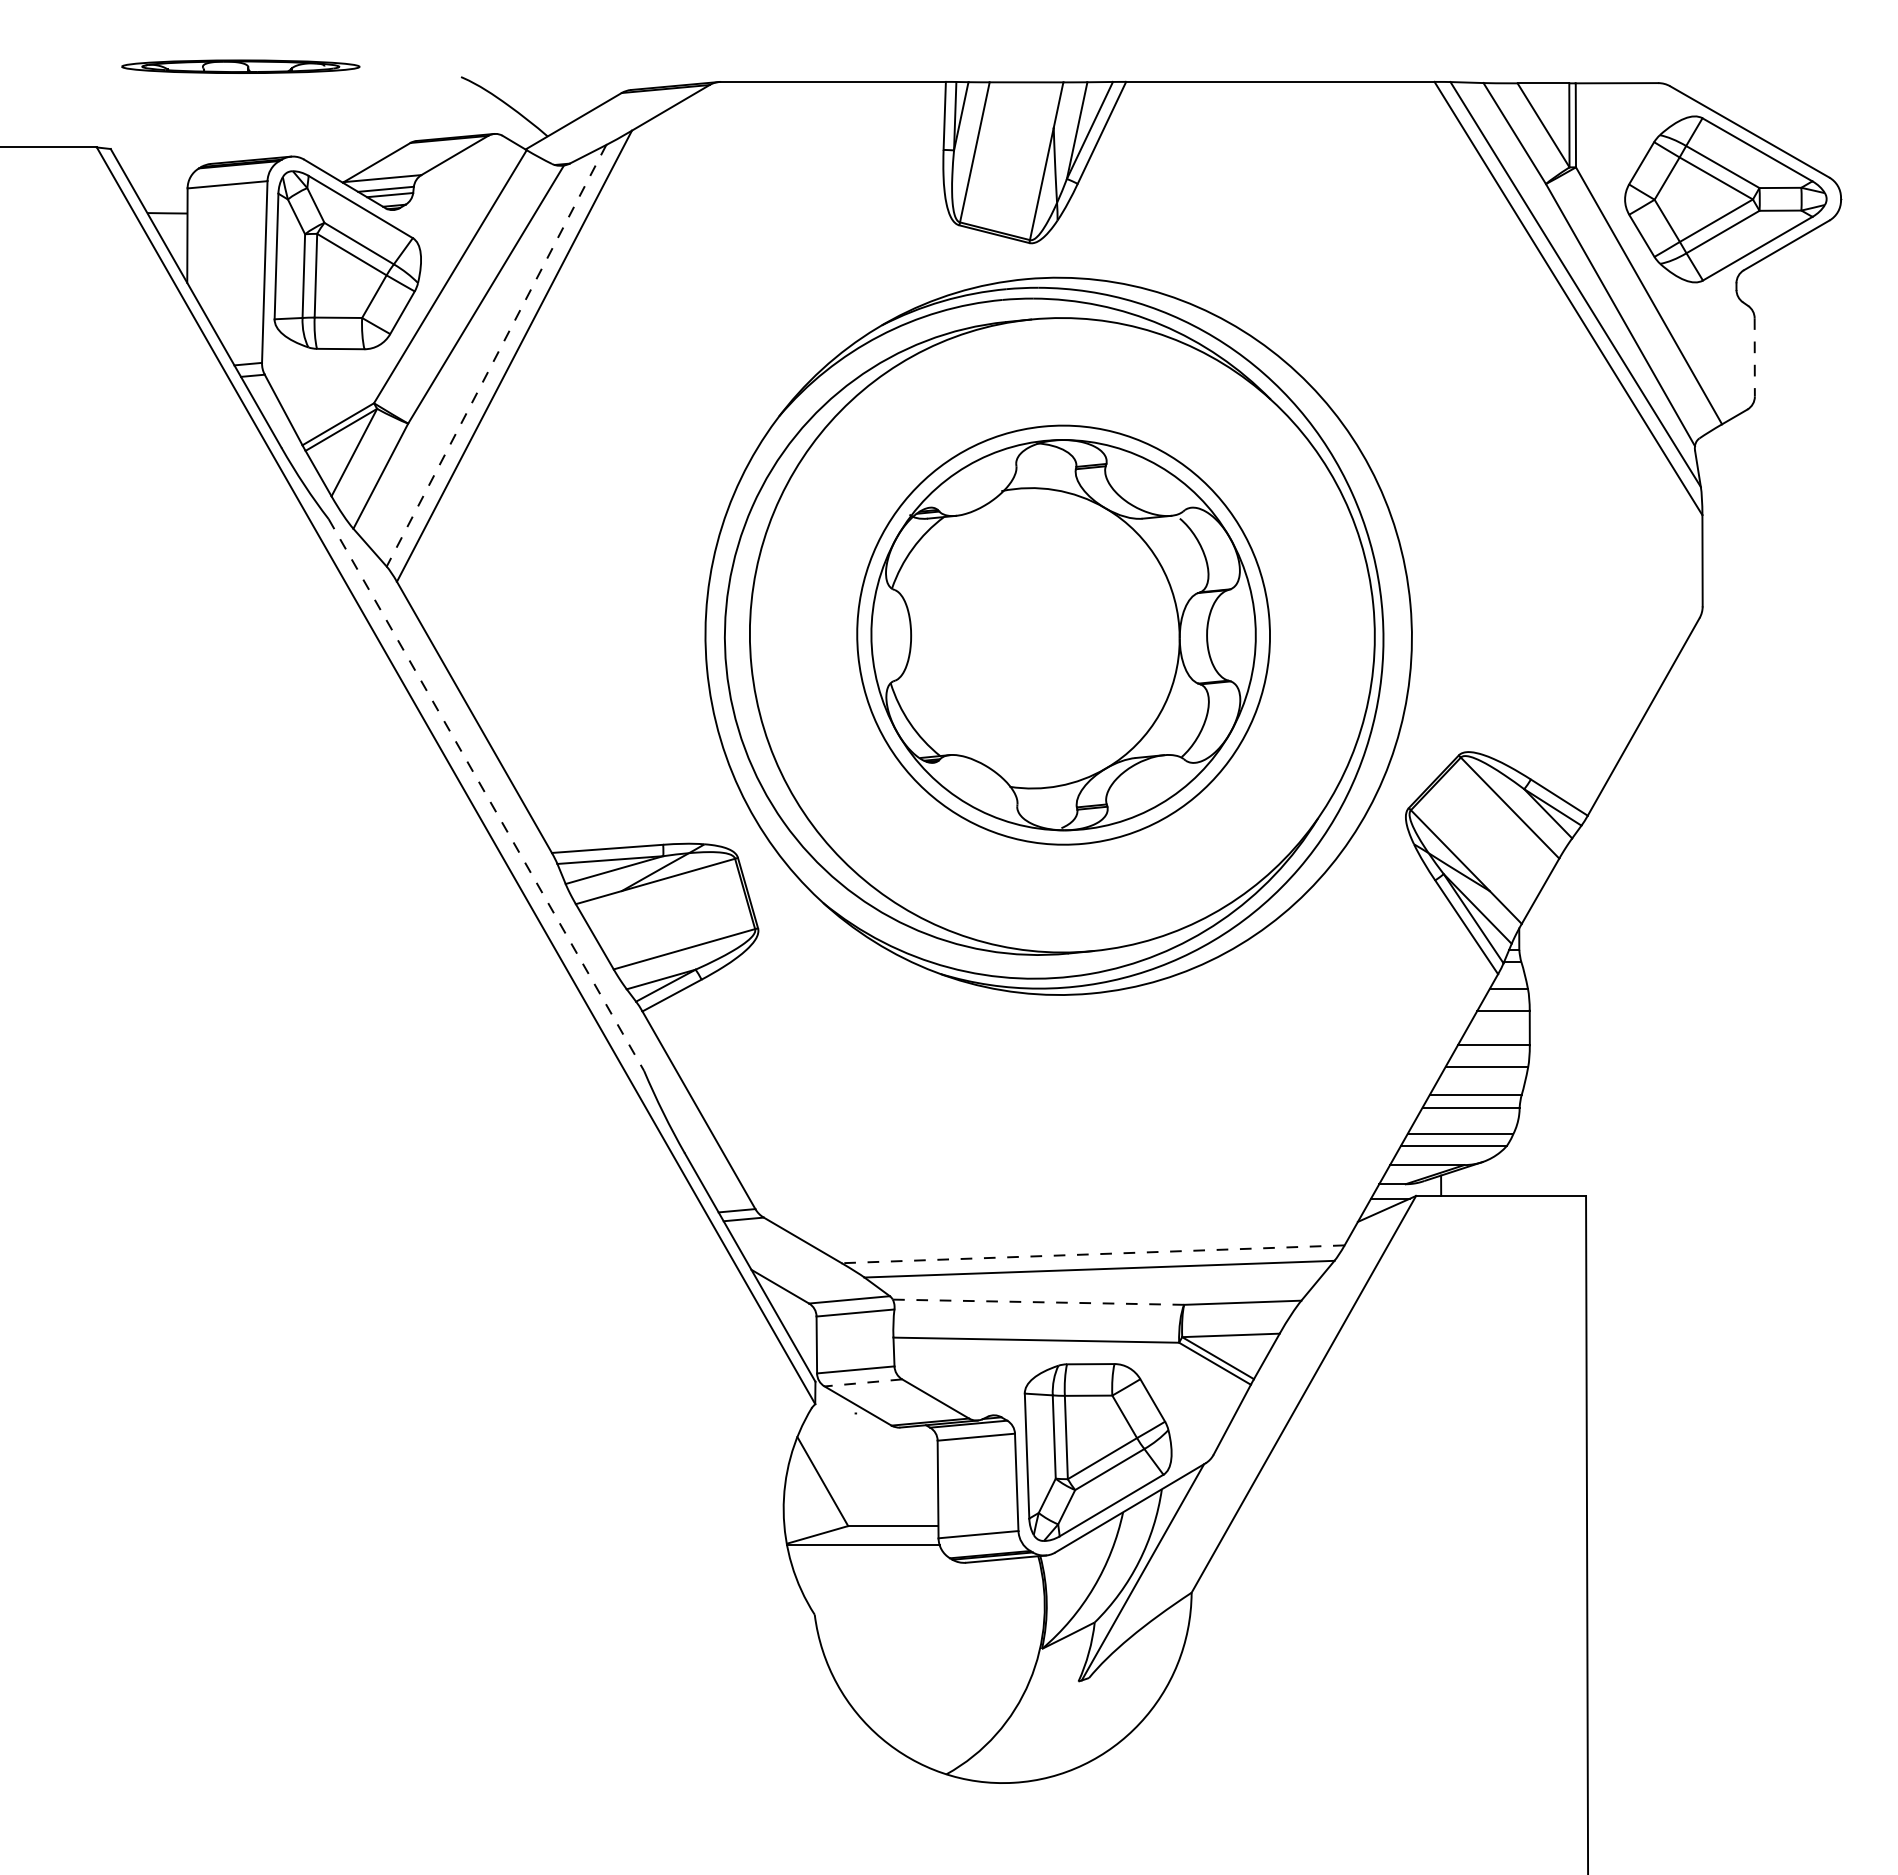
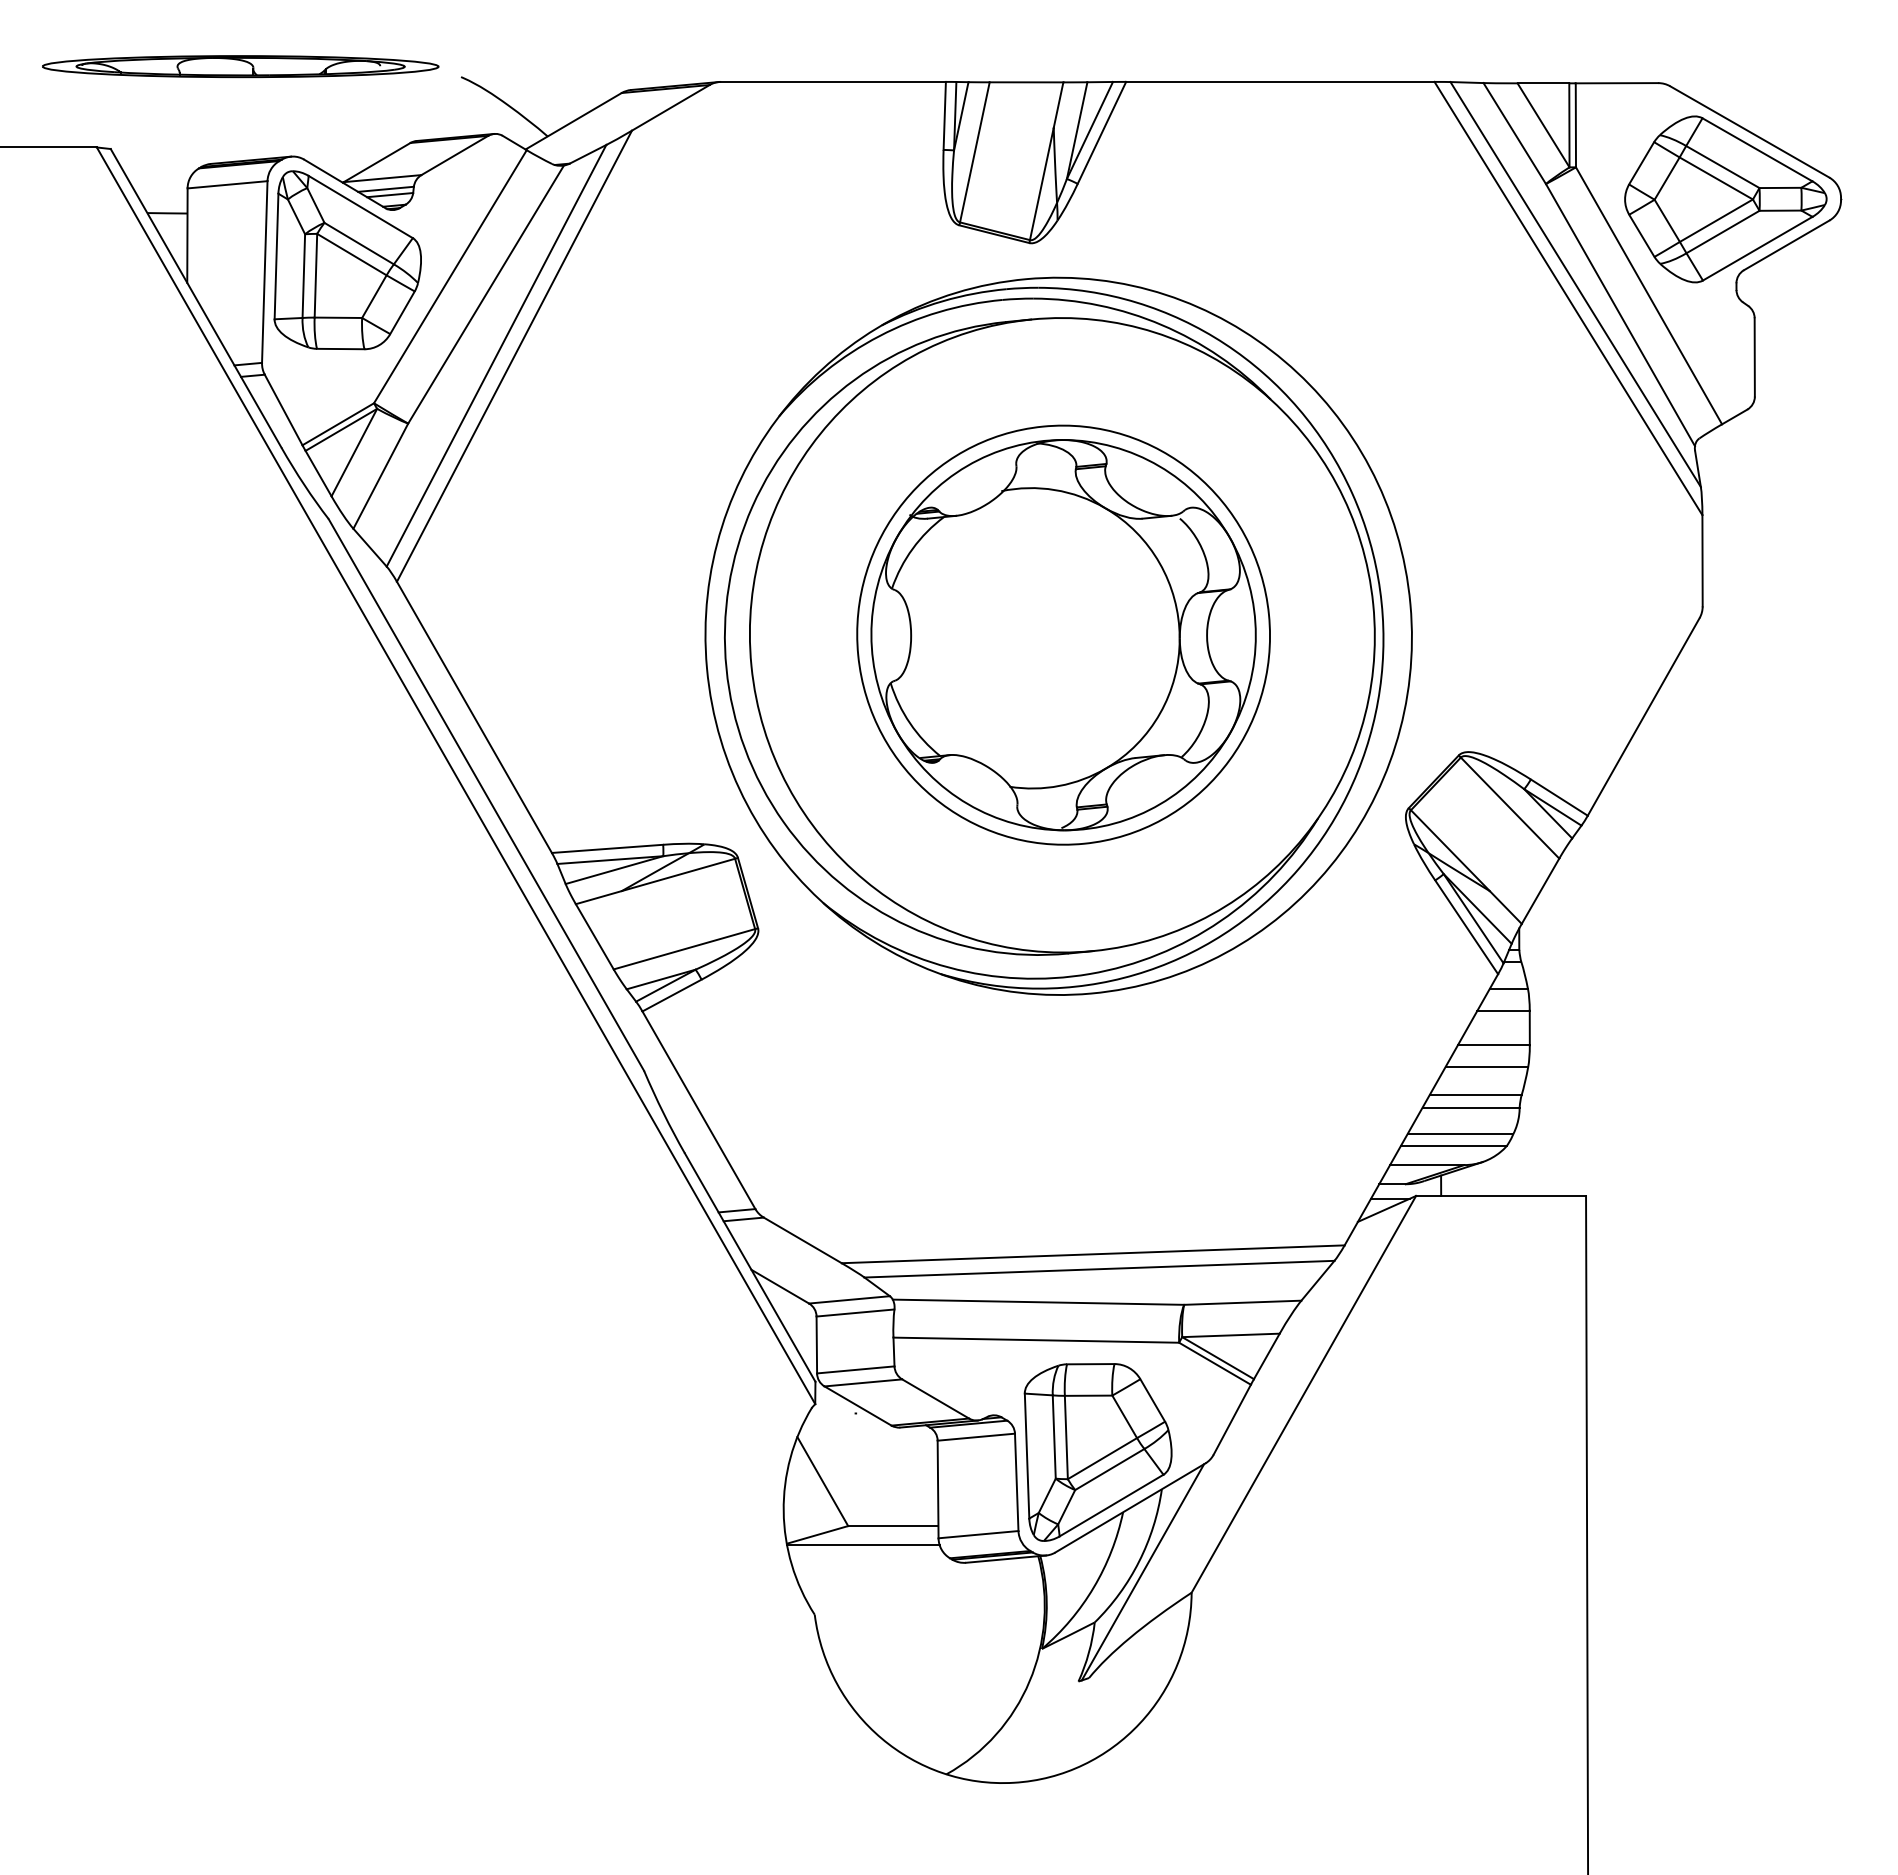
part at (240, 66) size: 240x15 px -> 398x24 px
line at (496, 355): dashed -> solid
line at (1754, 357): dashed -> solid
line at (486, 794): dashed -> solid
line at (1093, 1254): dashed -> solid
line at (1038, 1302): dashed -> solid
line at (863, 1382): dashed -> solid
